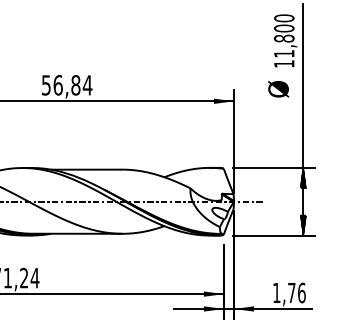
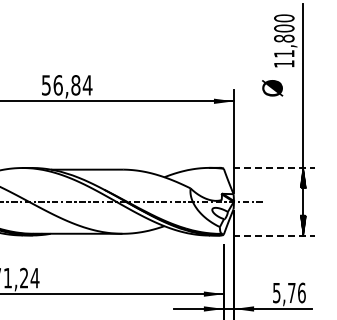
text at (278, 89) position: (278, 89) -> (272, 88)
line at (273, 167): solid -> dashed
line at (273, 235): solid -> dashed
text at (276, 293): 1,76 -> 5,76
